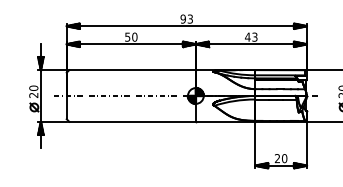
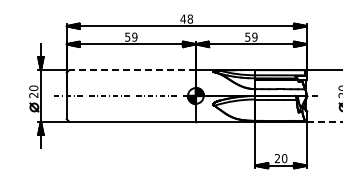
text at (186, 18): 93 -> 48
text at (134, 36): 50 -> 59
text at (251, 36): 43 -> 59
line at (132, 70): solid -> dashed
line at (324, 121): solid -> dashed
